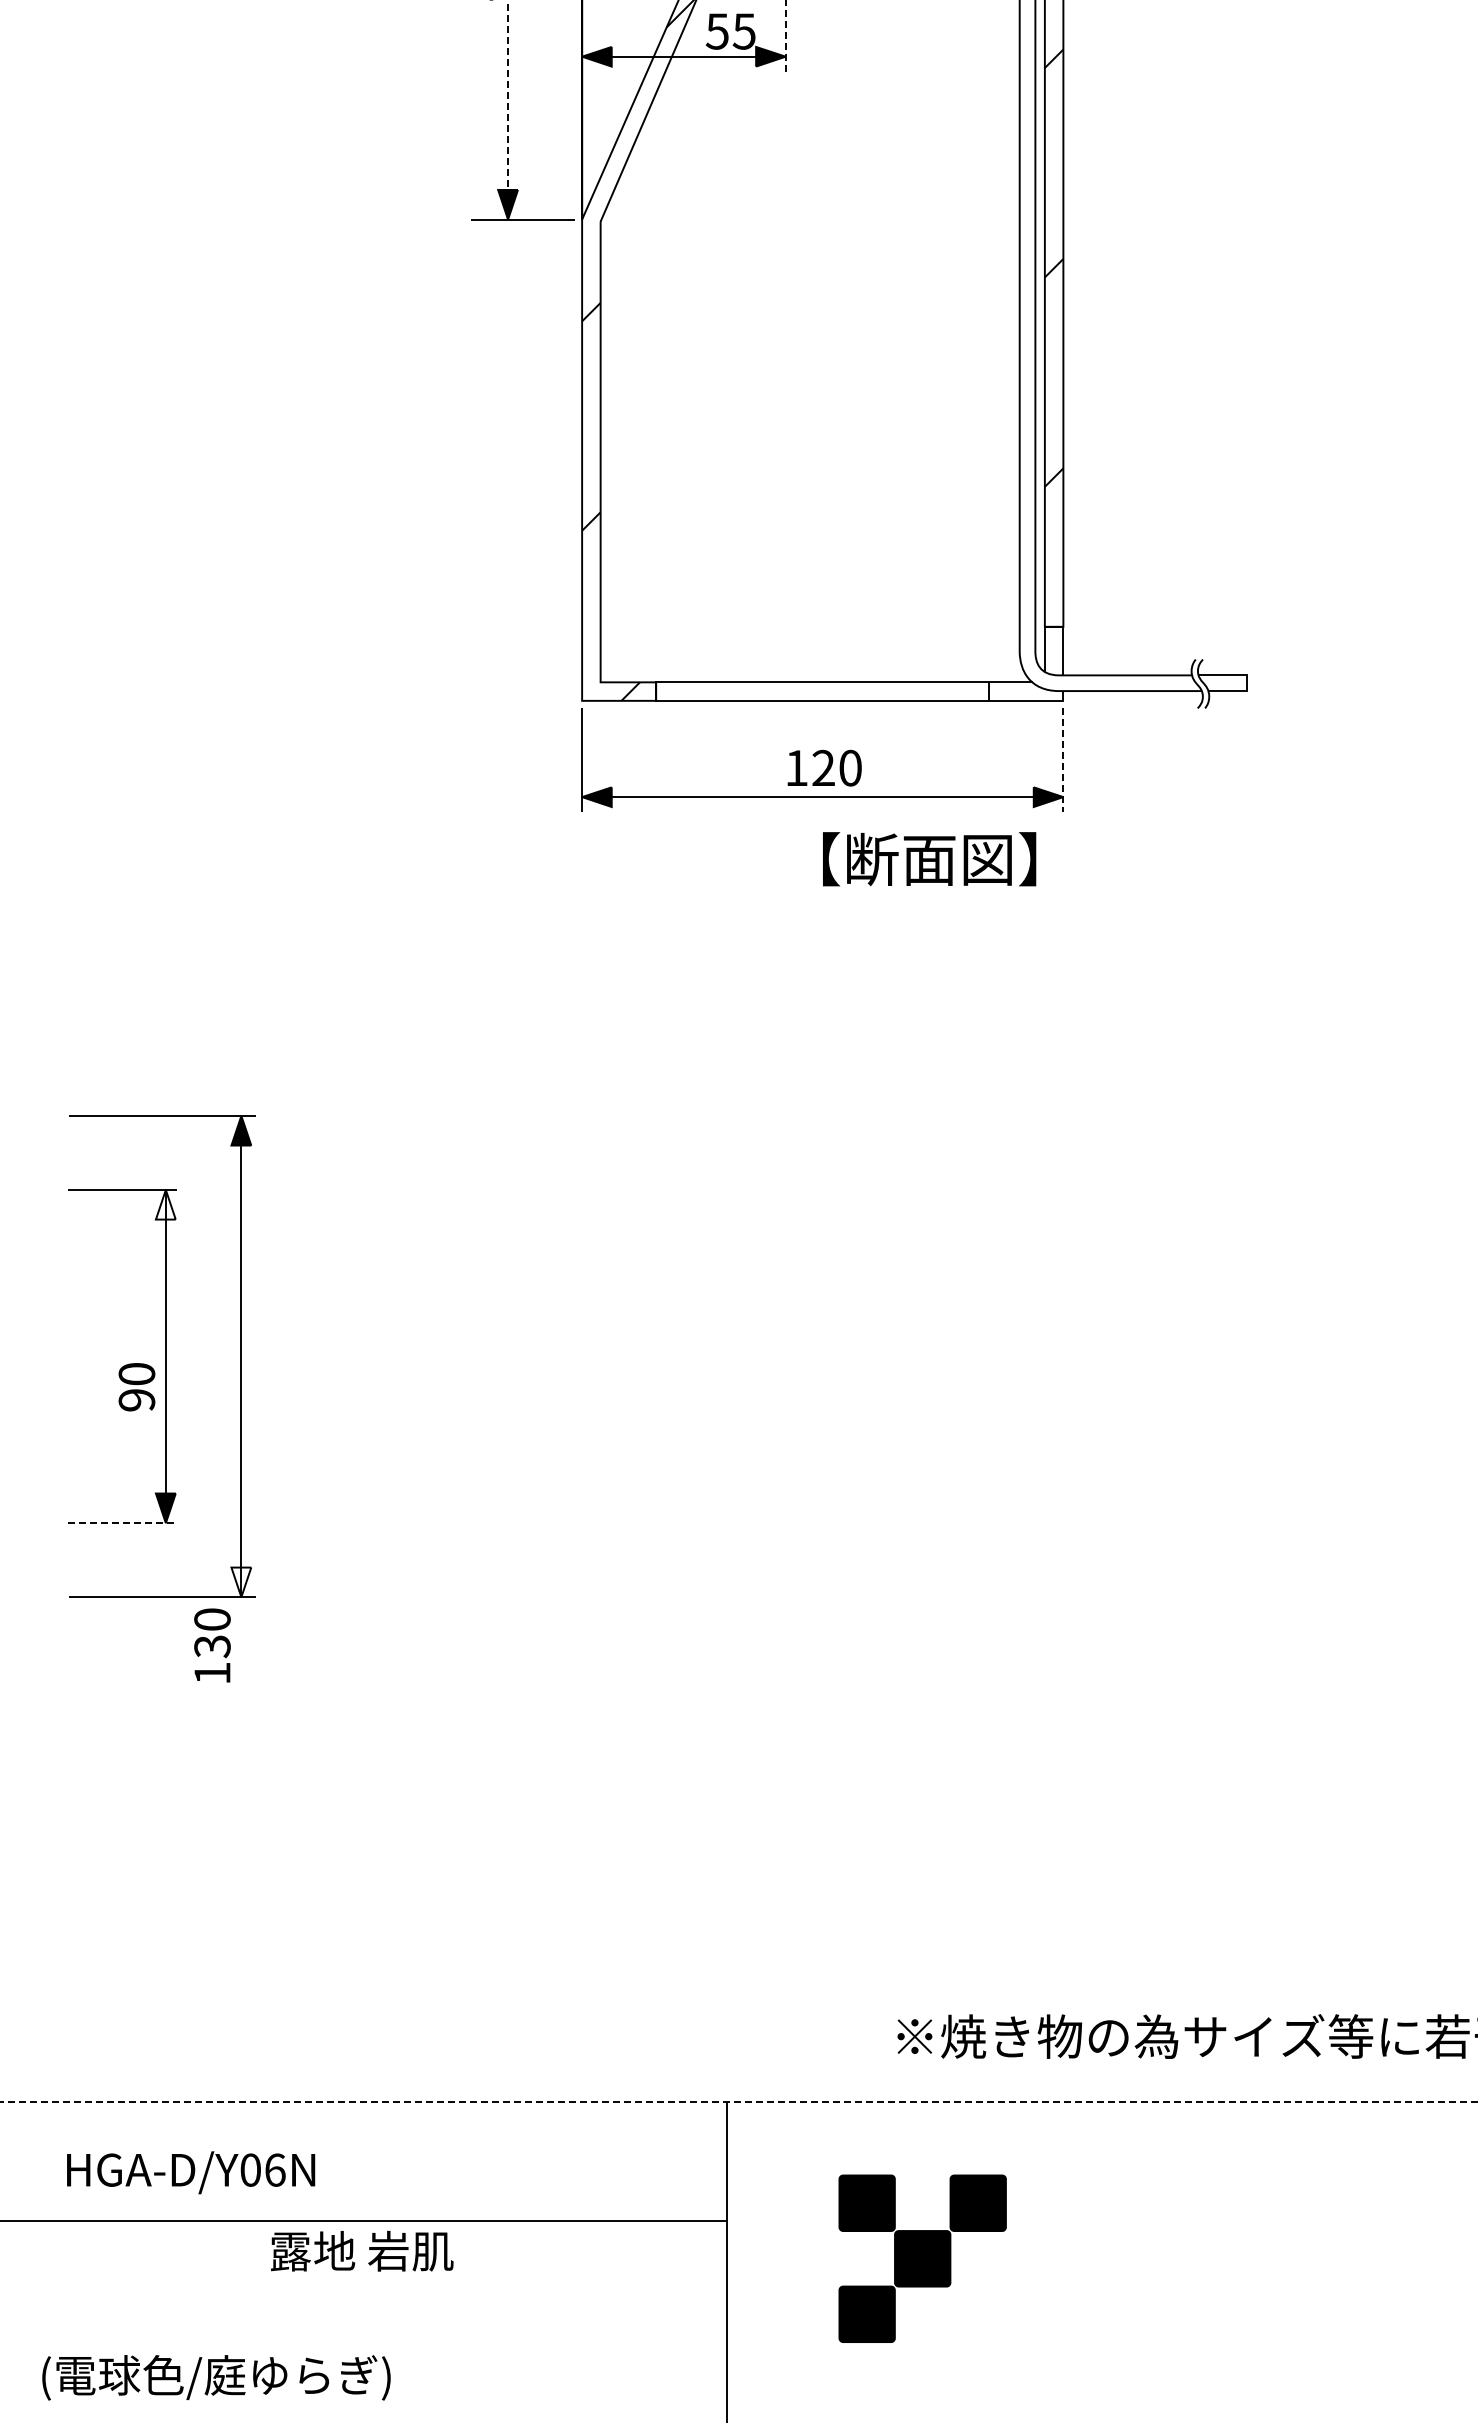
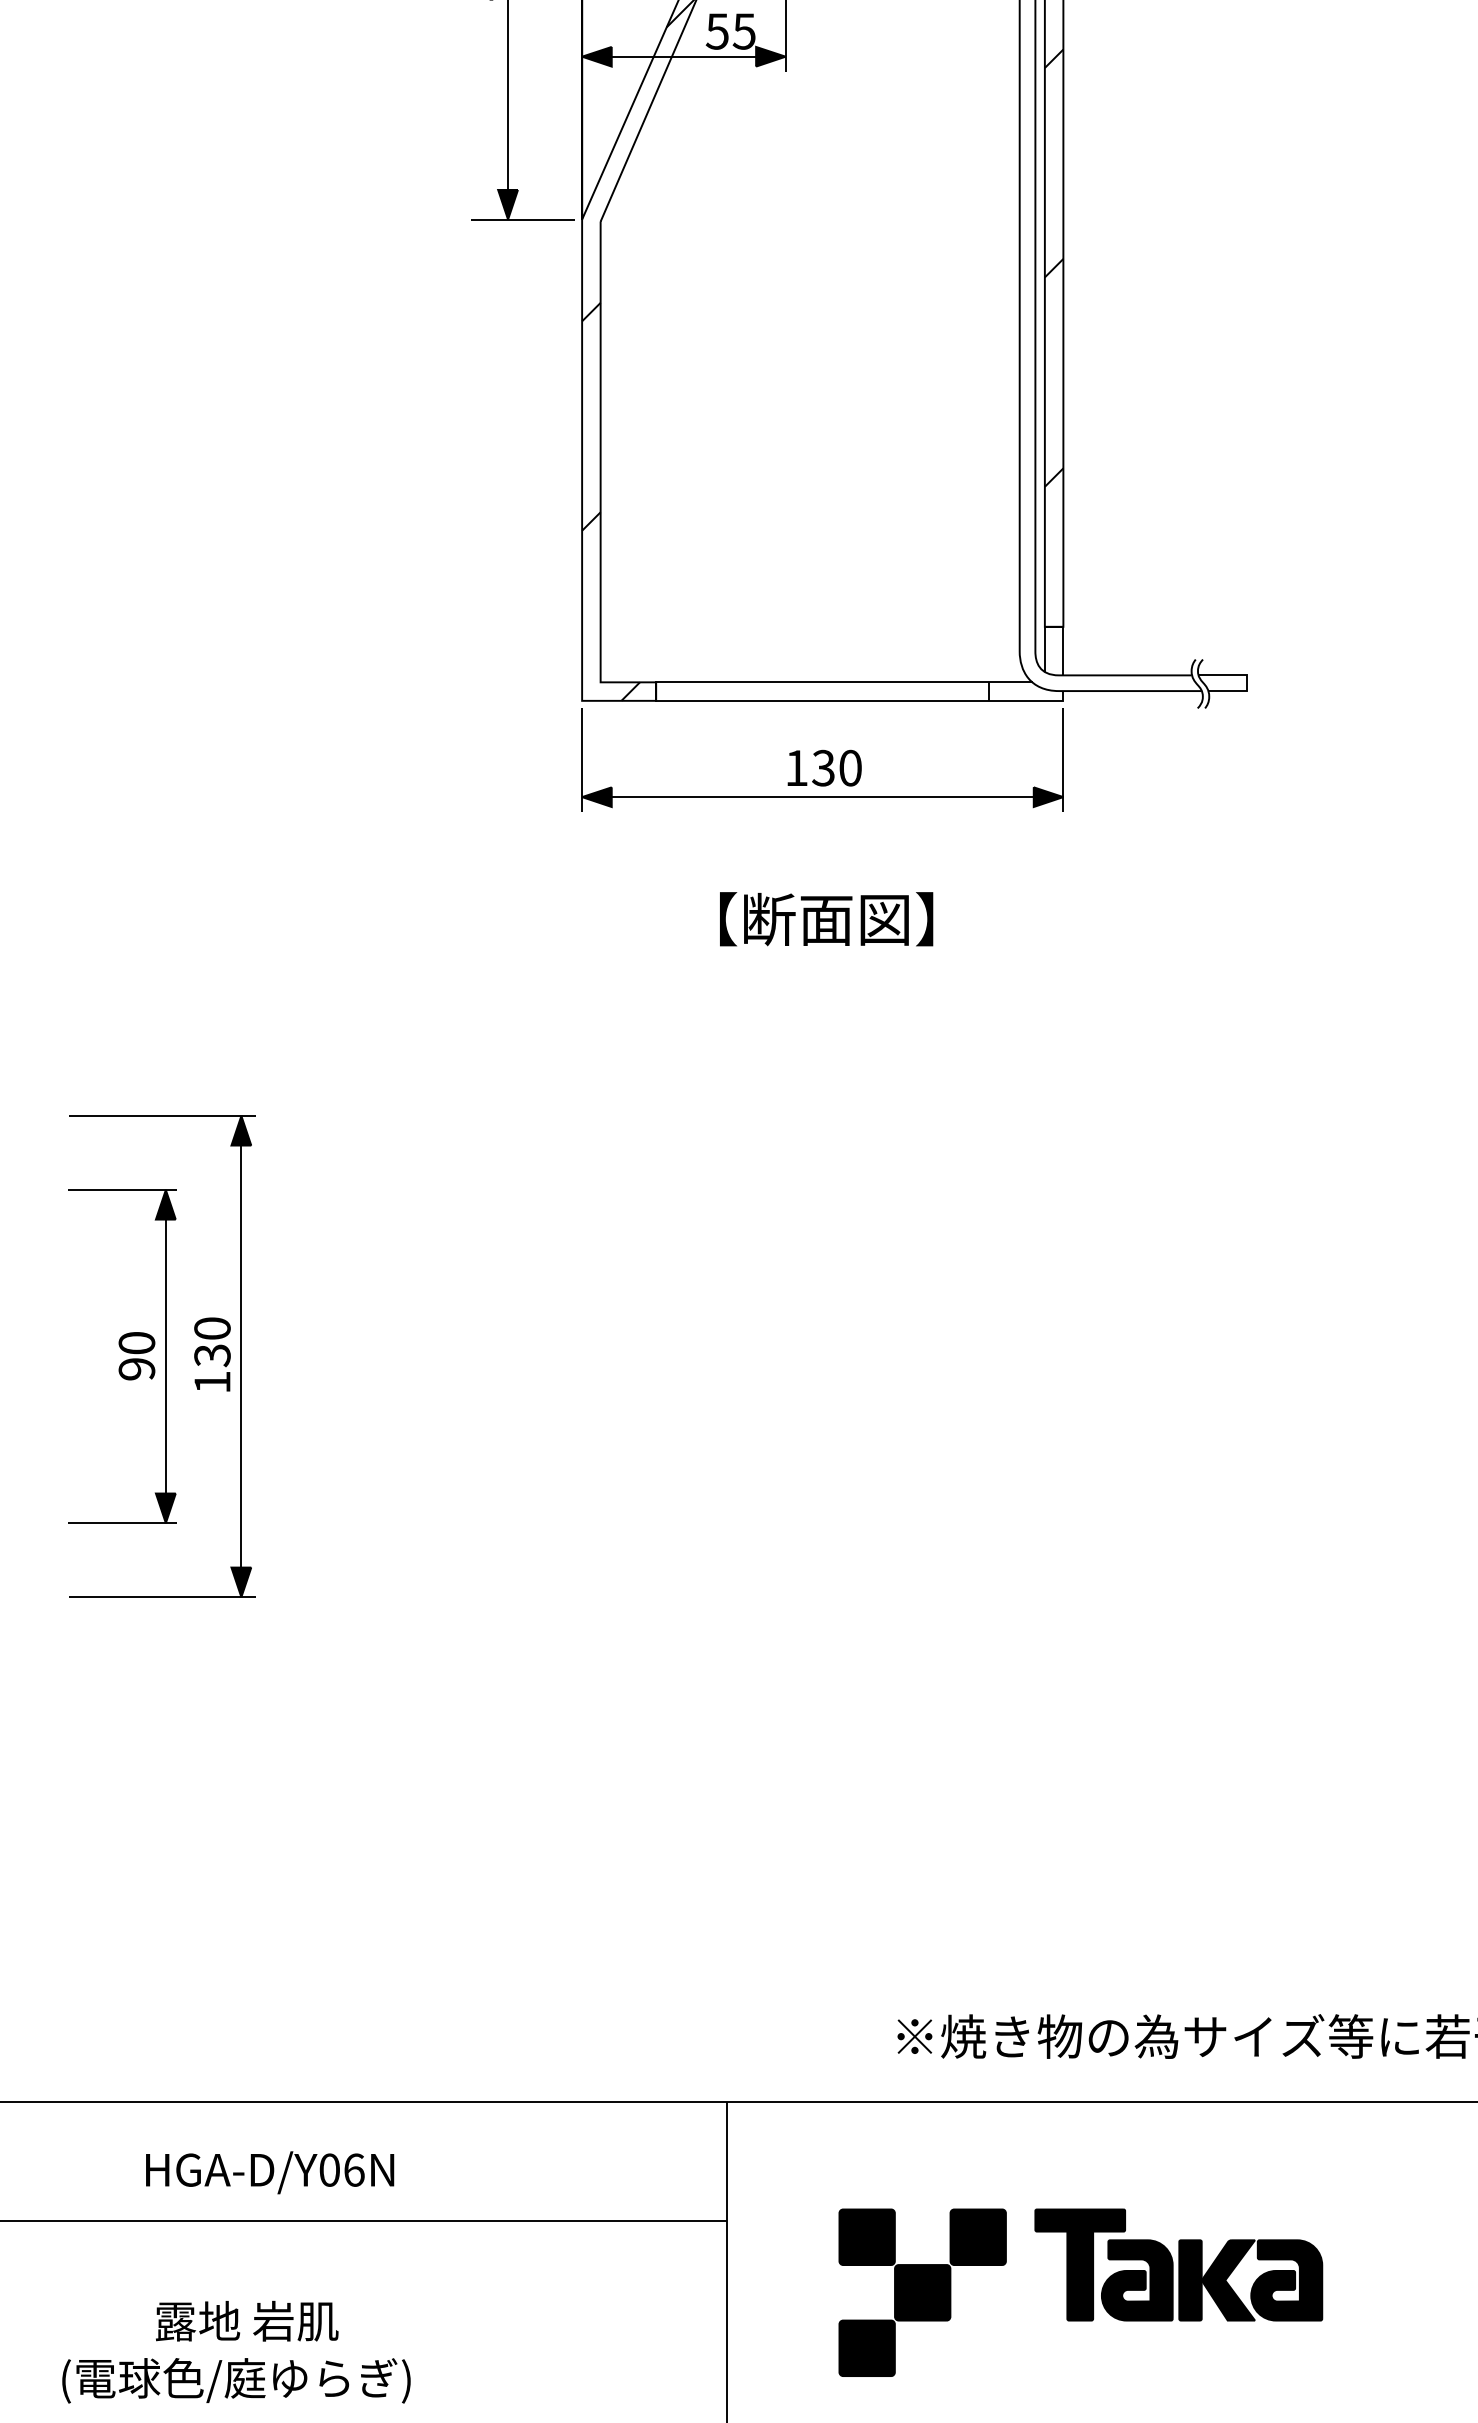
line at (785, 36): dashed -> solid
line at (508, 110): dashed -> solid
line at (1063, 760): dashed -> solid
text at (823, 768): 120 -> 130
text at (929, 859) position: (929, 859) -> (826, 919)
fill at (165, 1204): none -> present
text at (136, 1387) position: (136, 1387) -> (136, 1356)
line at (122, 1523): dashed -> solid
fill at (241, 1582): none -> present
text at (212, 1645) position: (212, 1645) -> (212, 1354)
line at (739, 2102): dashed -> solid
text at (191, 2172) position: (191, 2172) -> (270, 2172)
text at (362, 2250) position: (362, 2250) -> (247, 2320)
part at (922, 2258) position: (922, 2258) -> (922, 2292)
part at (1178, 2264): none -> present
text at (216, 2377) position: (216, 2377) -> (236, 2380)
